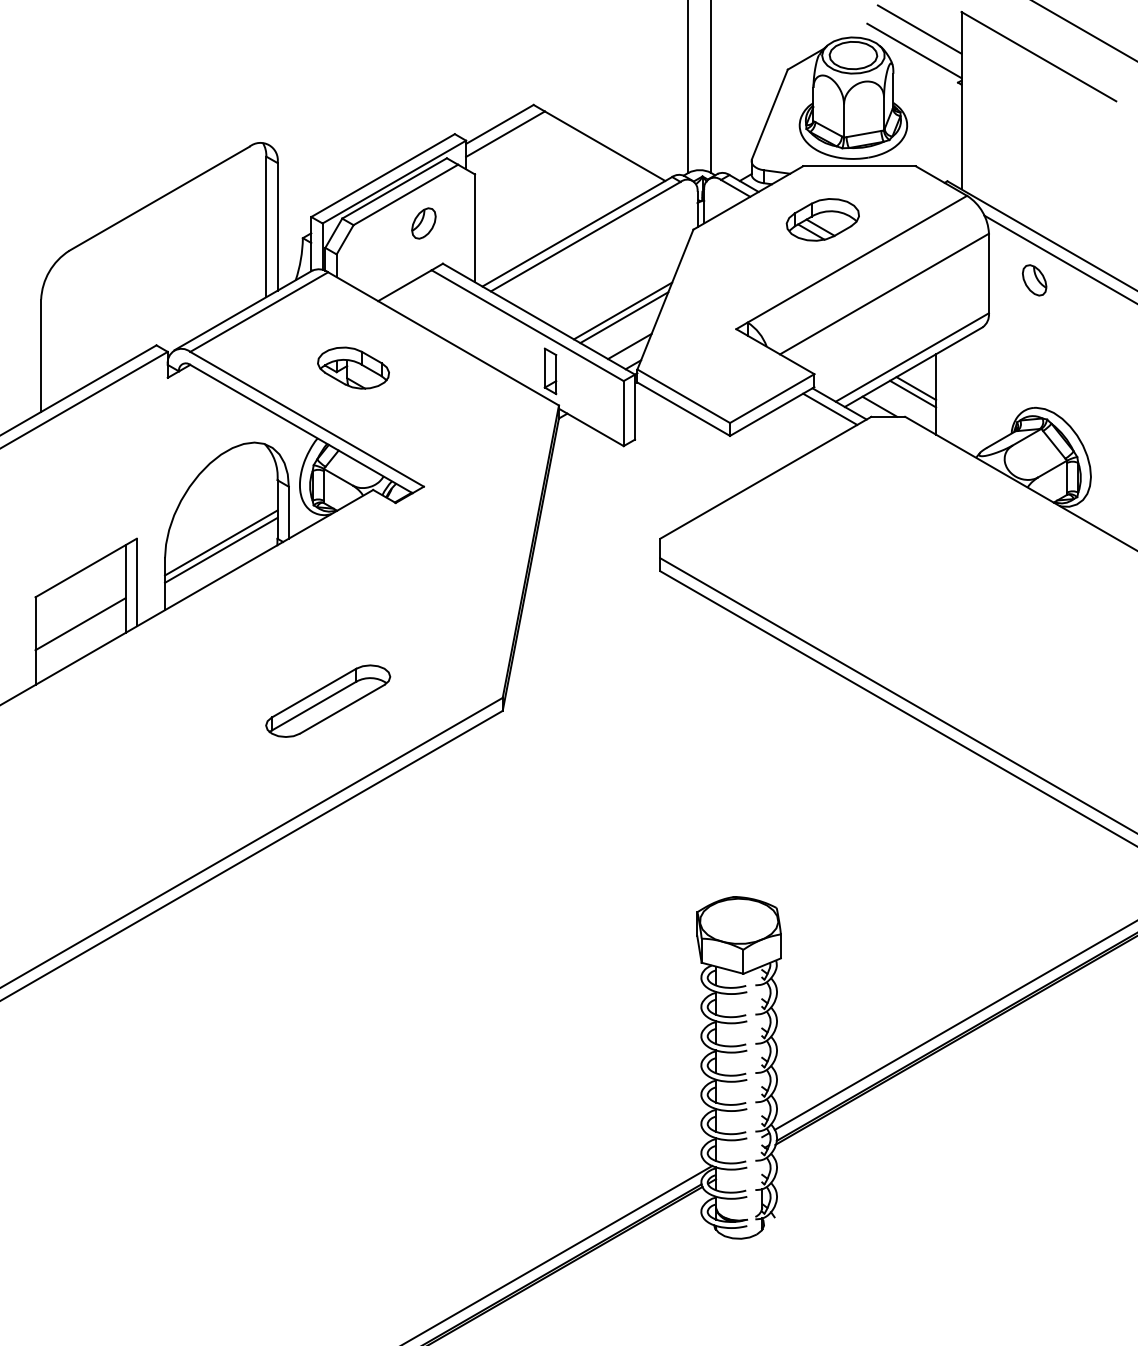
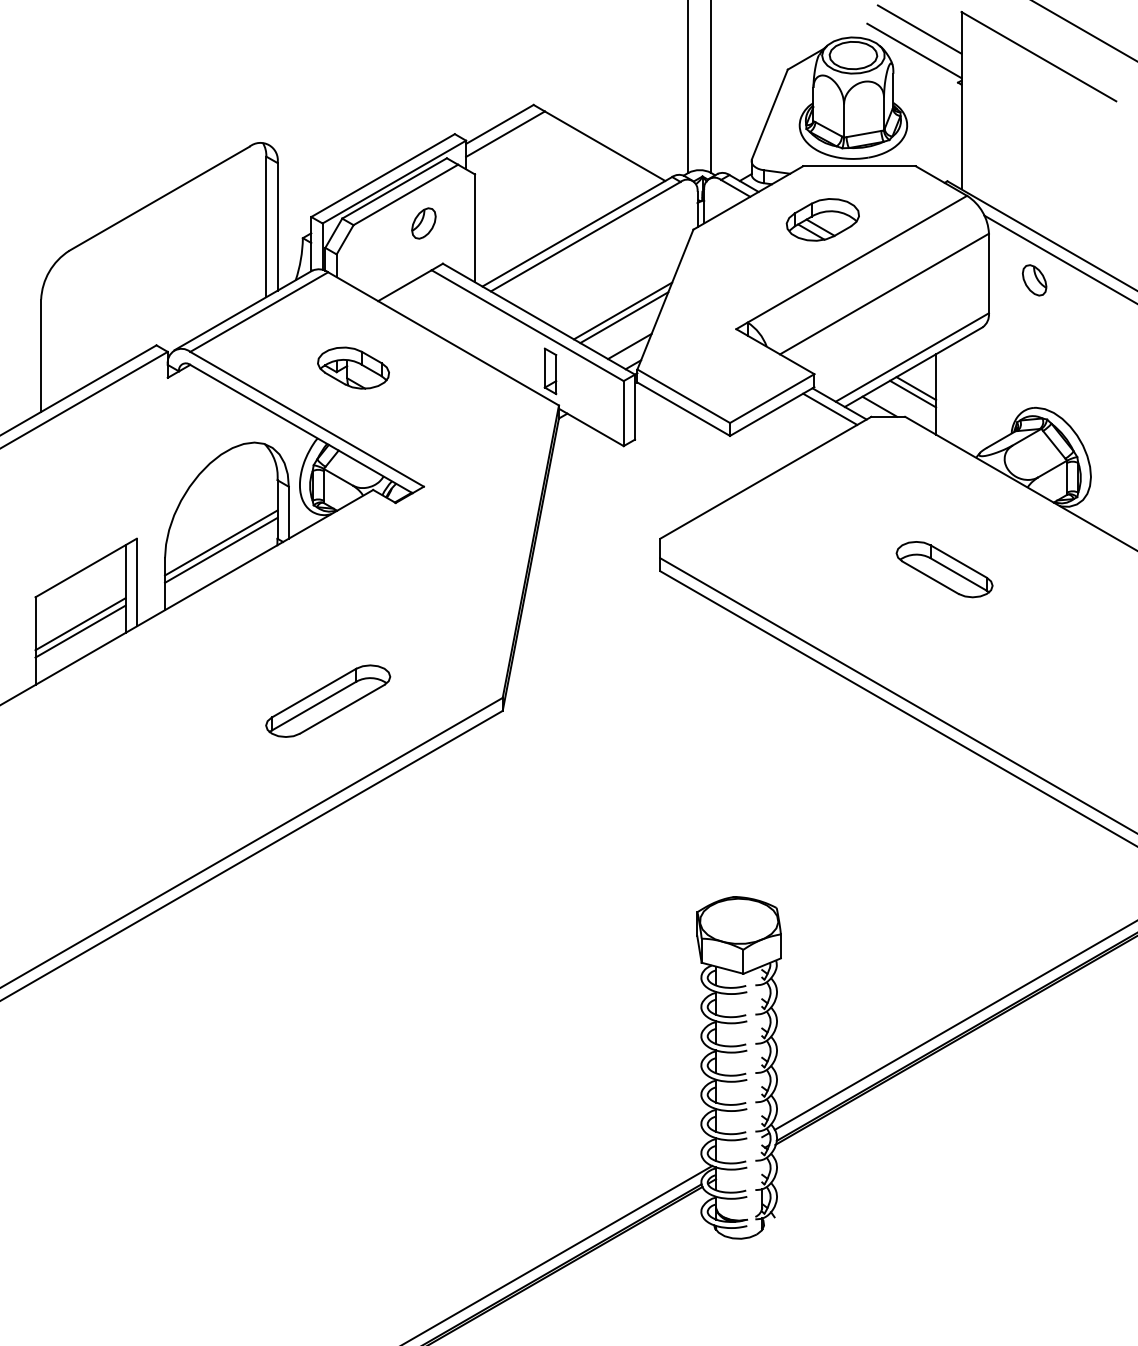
part at (944, 569): none -> present
line at (80, 631): none -> present
